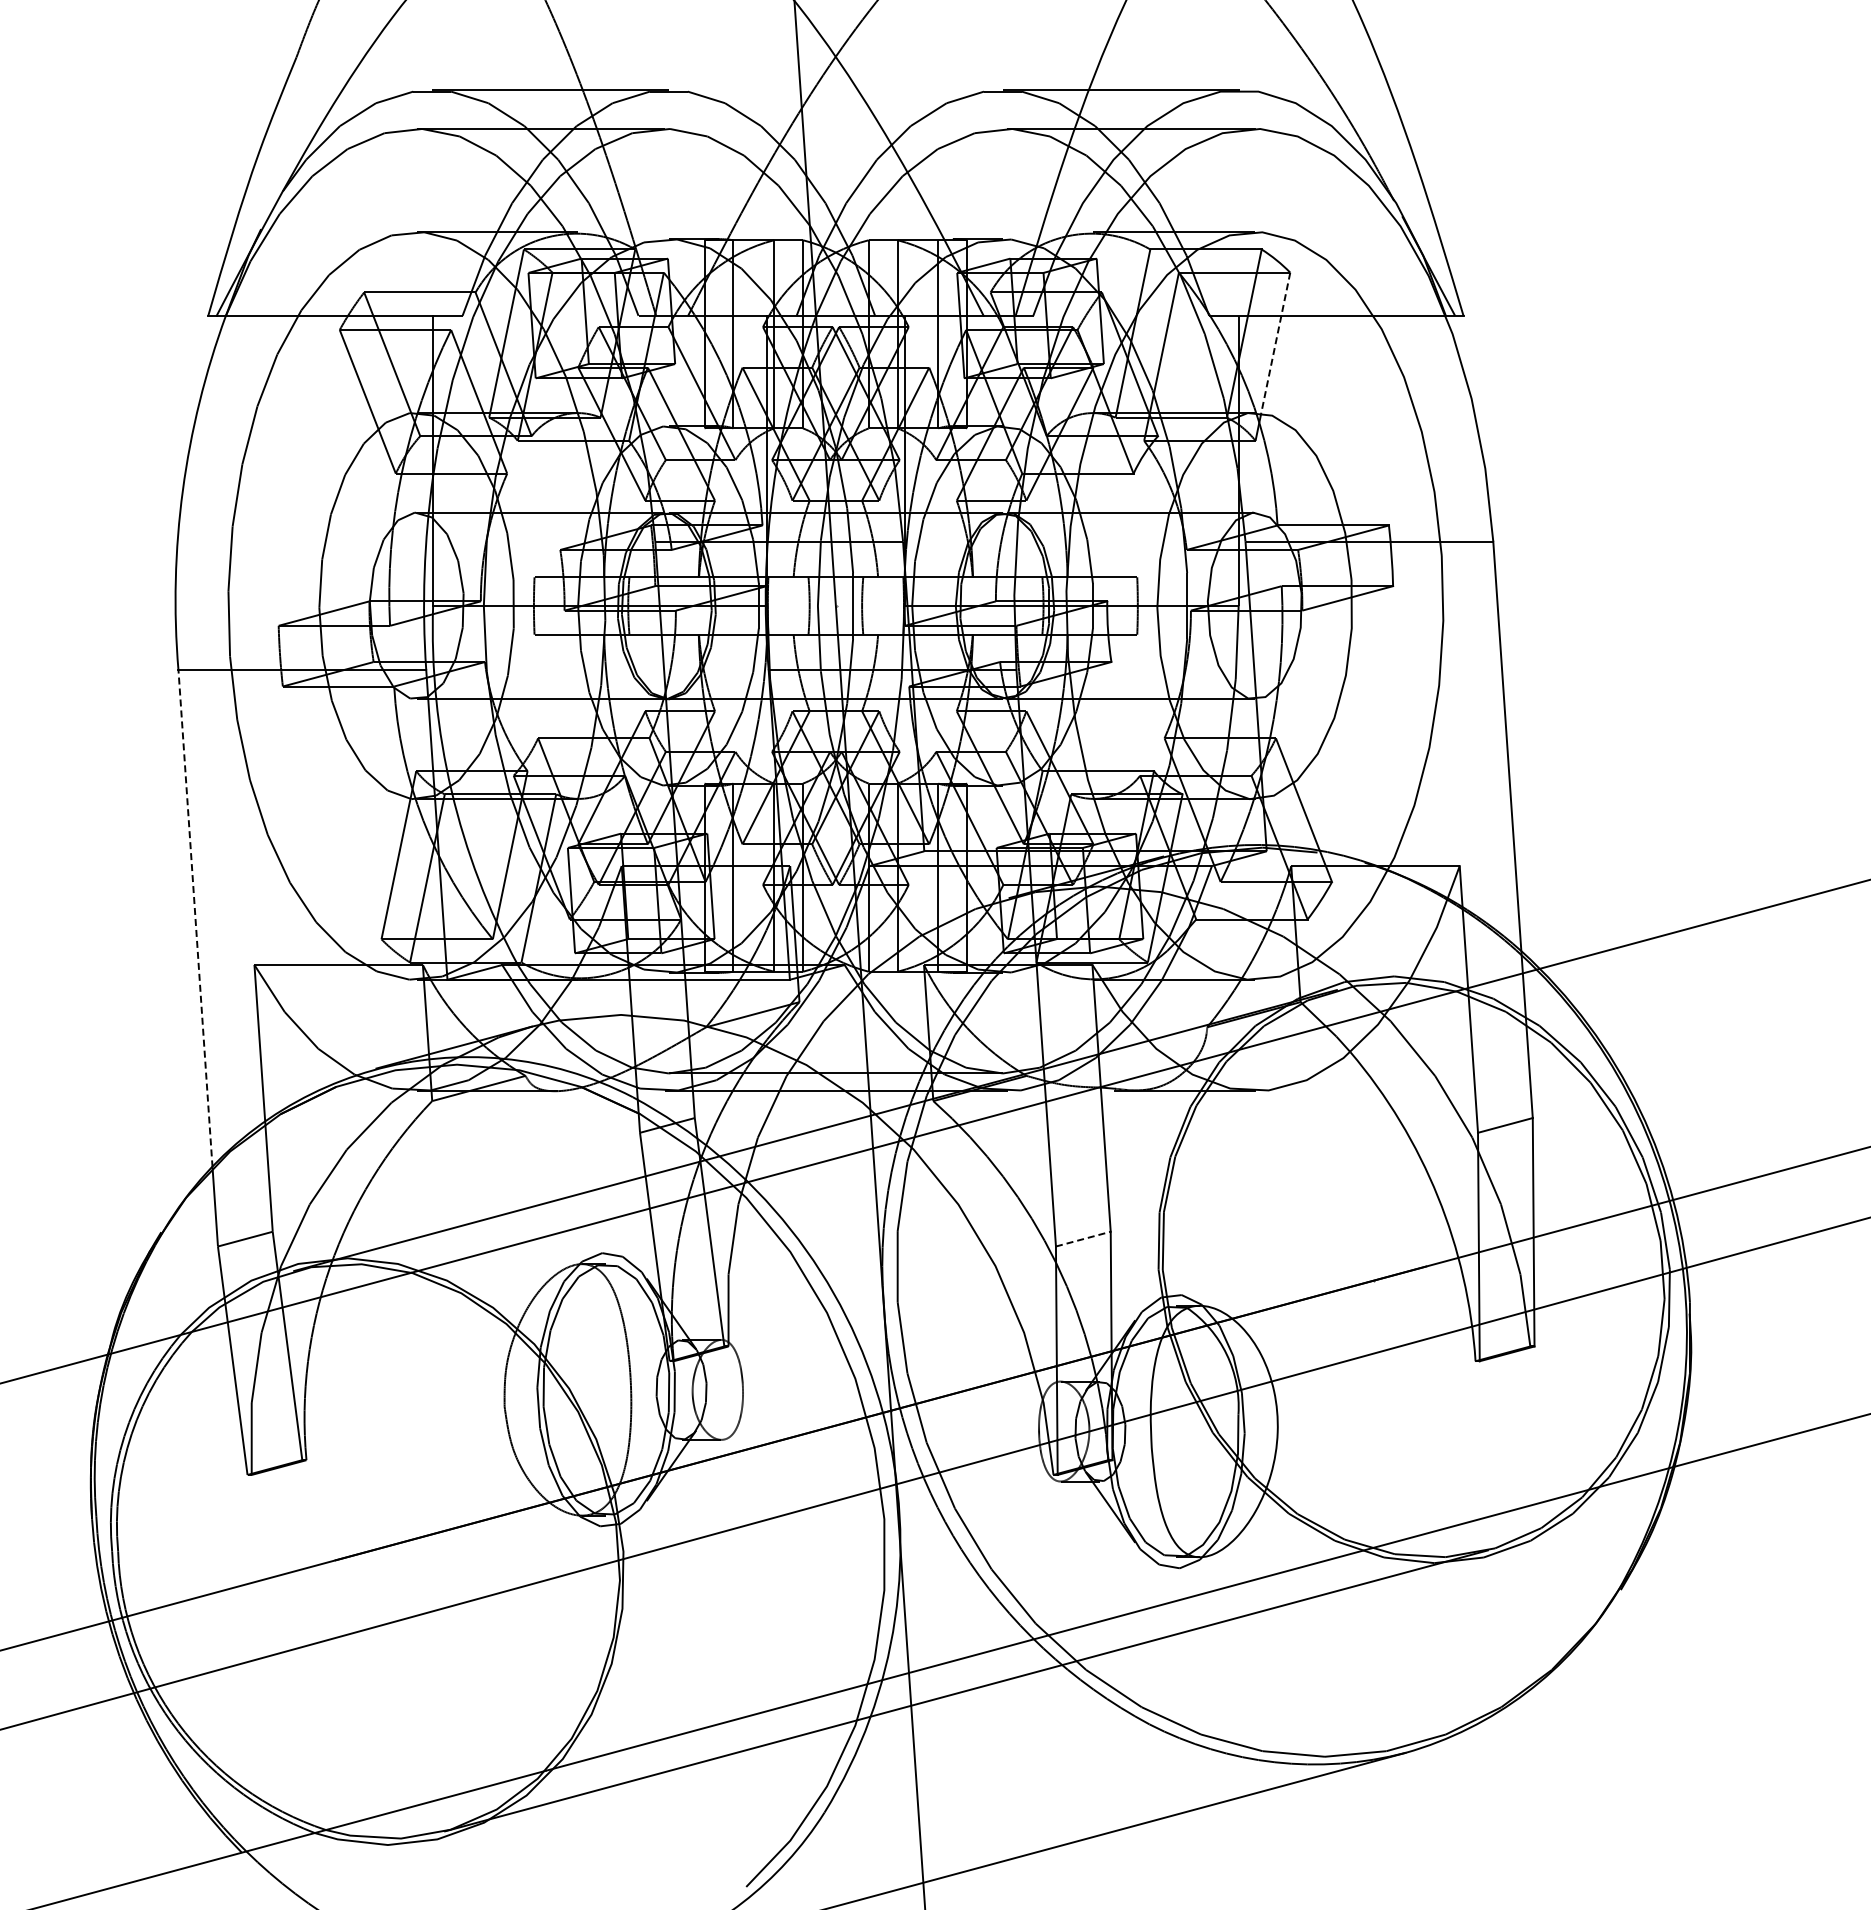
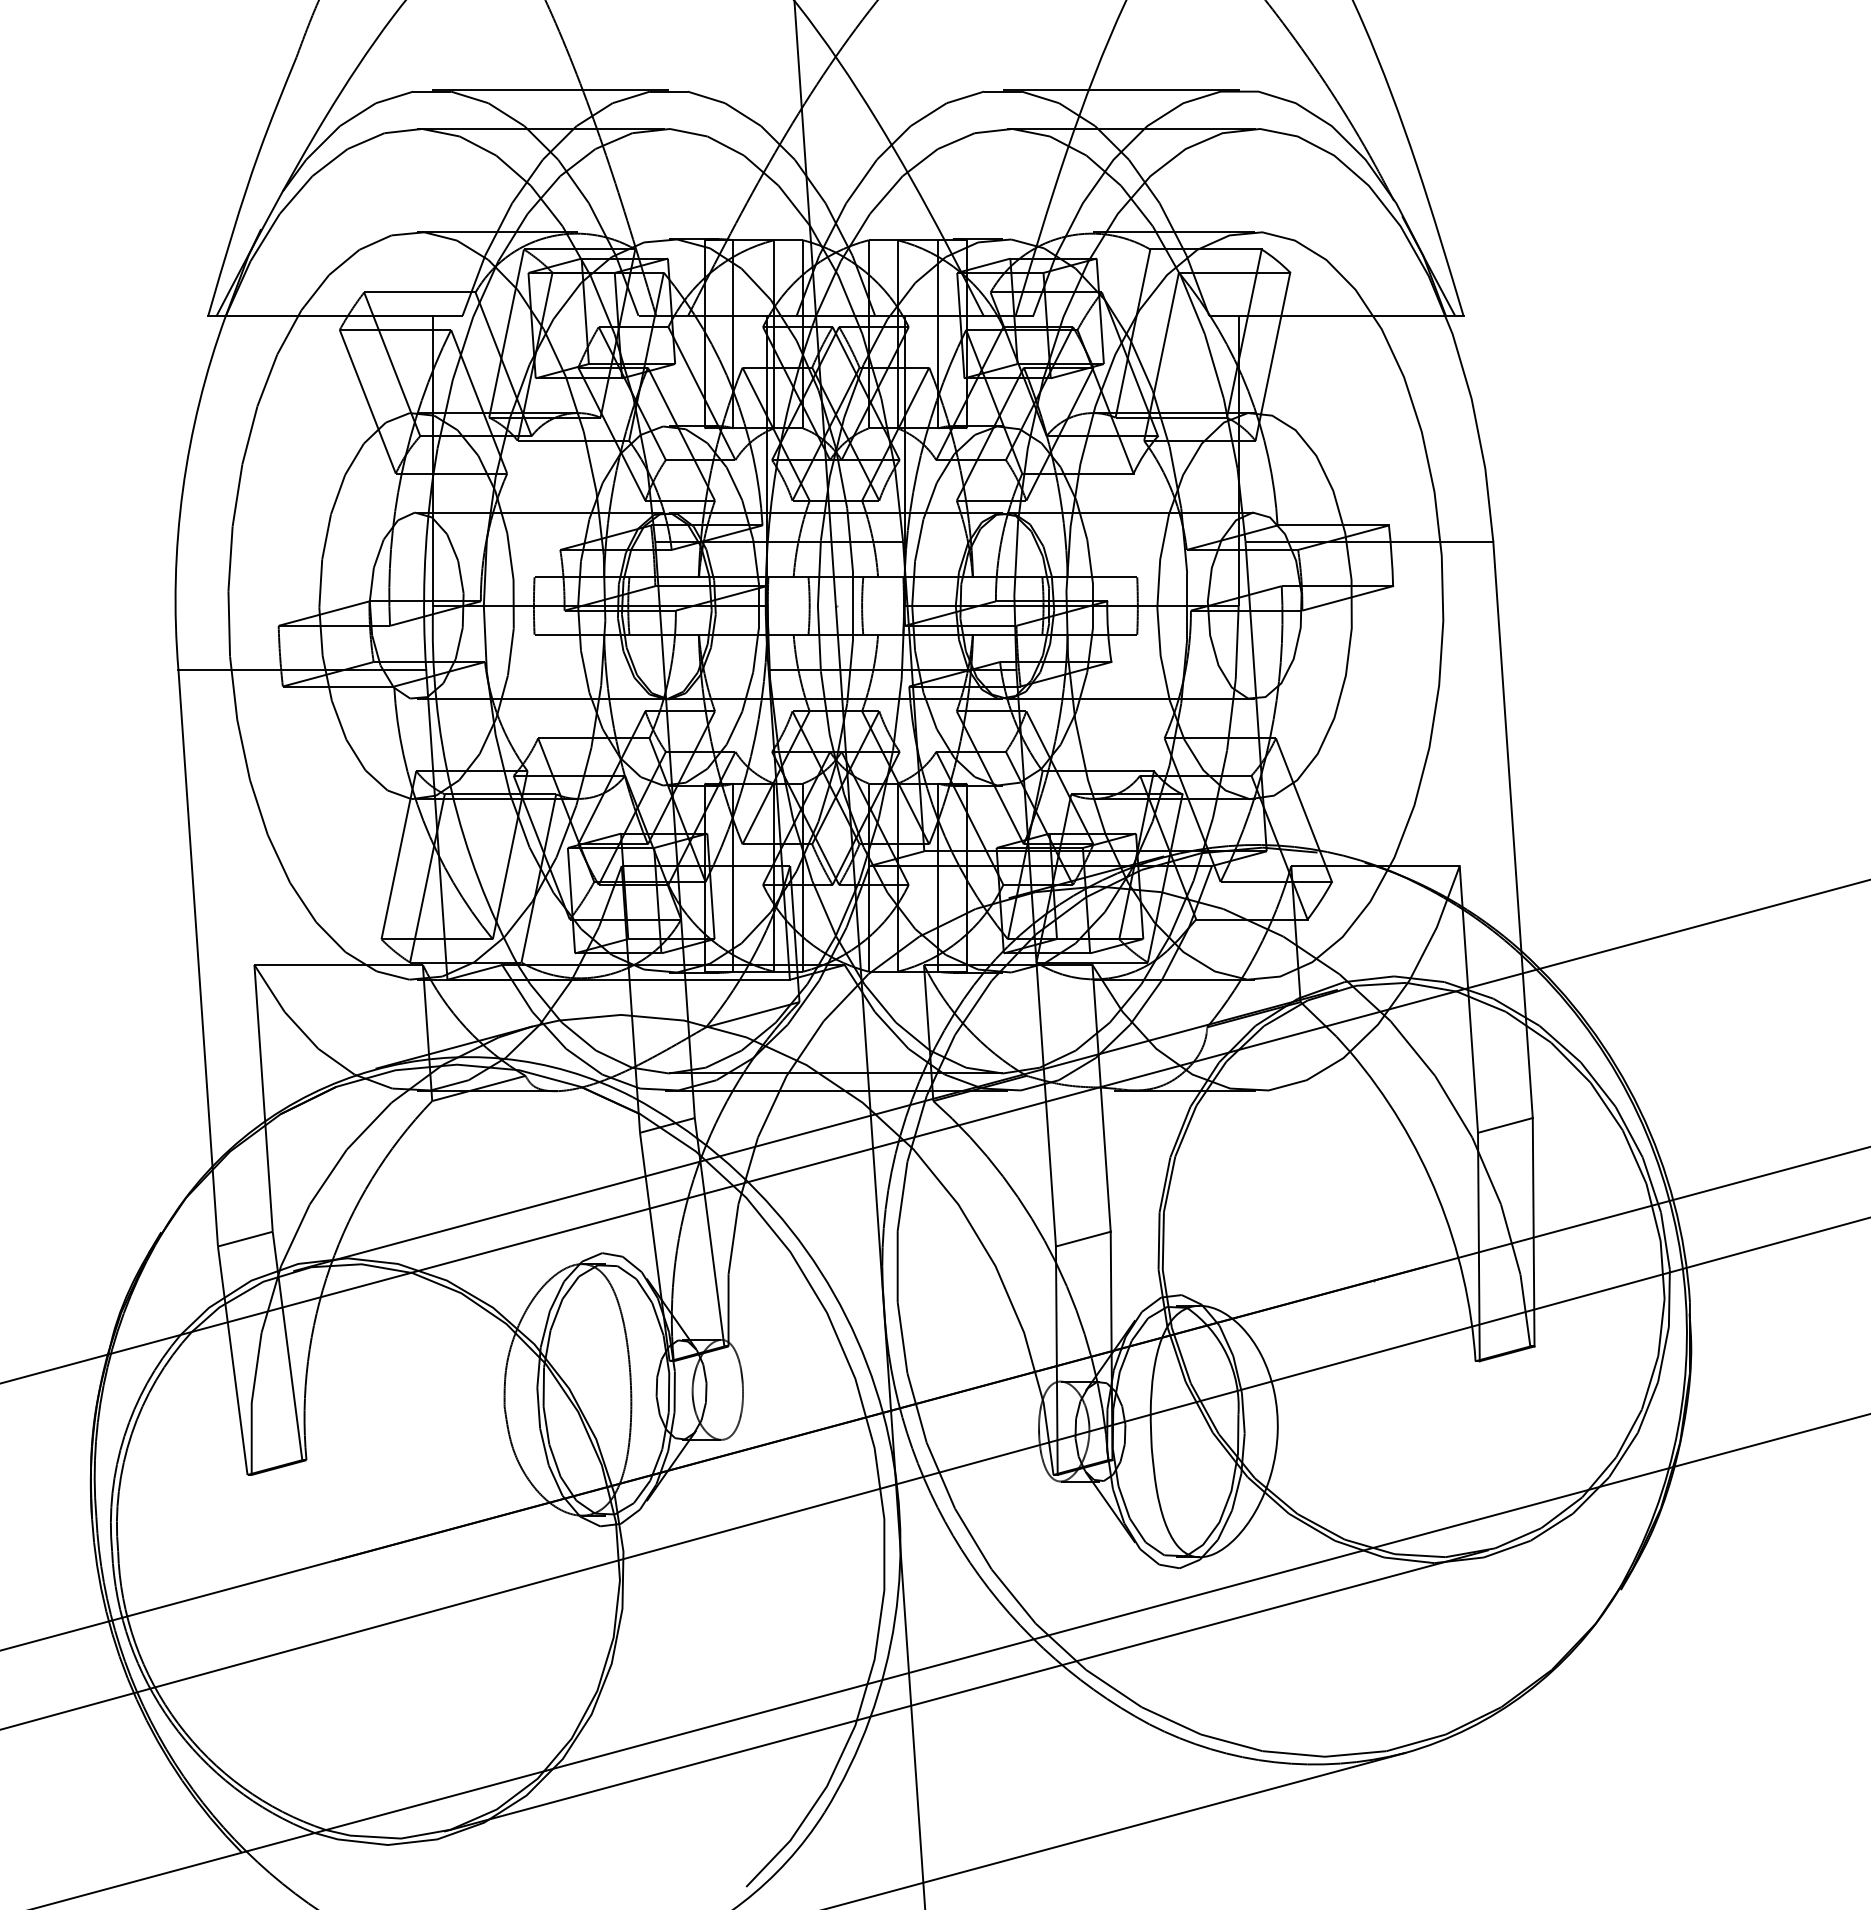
line at (1275, 342): dashed -> solid
line at (195, 918): dashed -> solid
line at (1083, 1239): dashed -> solid
